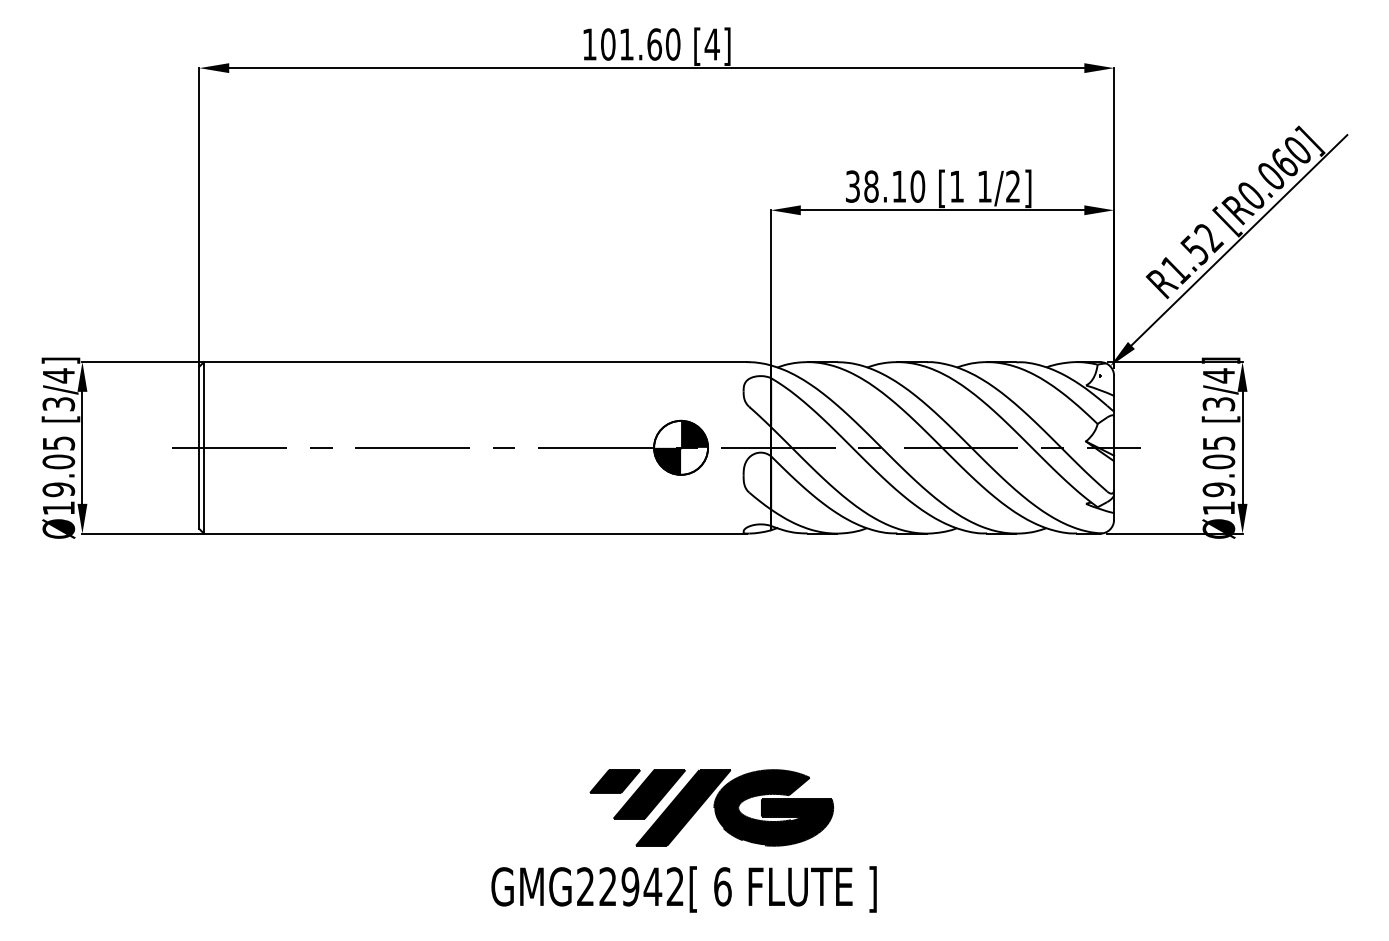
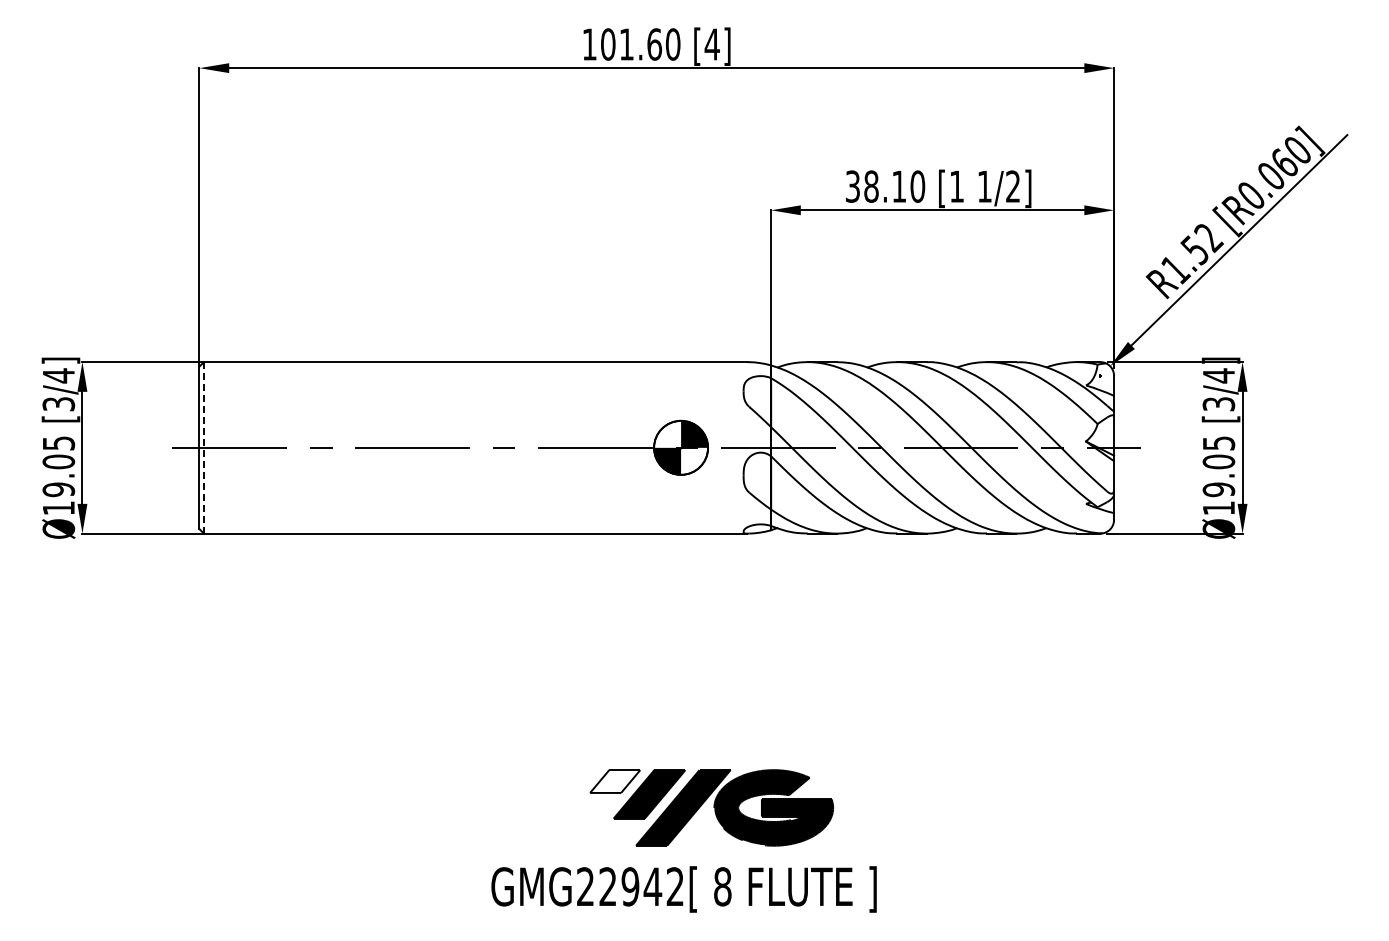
line at (203, 447): solid -> dashed
fill at (615, 781): present -> none
text at (722, 886): 6 -> 8
